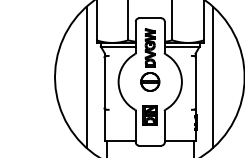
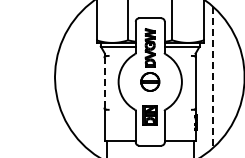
line at (86, 77): present -> none
line at (212, 77): solid -> dashed
line at (104, 82): solid -> dashed
